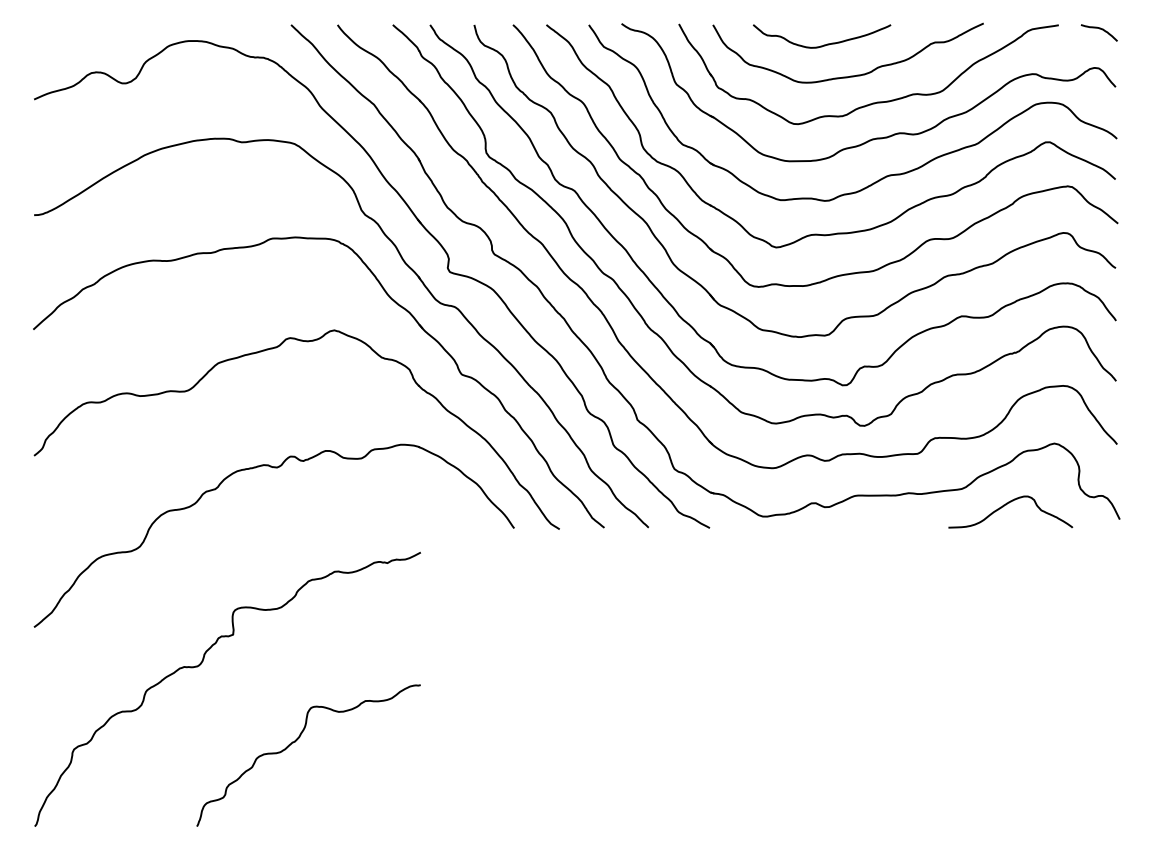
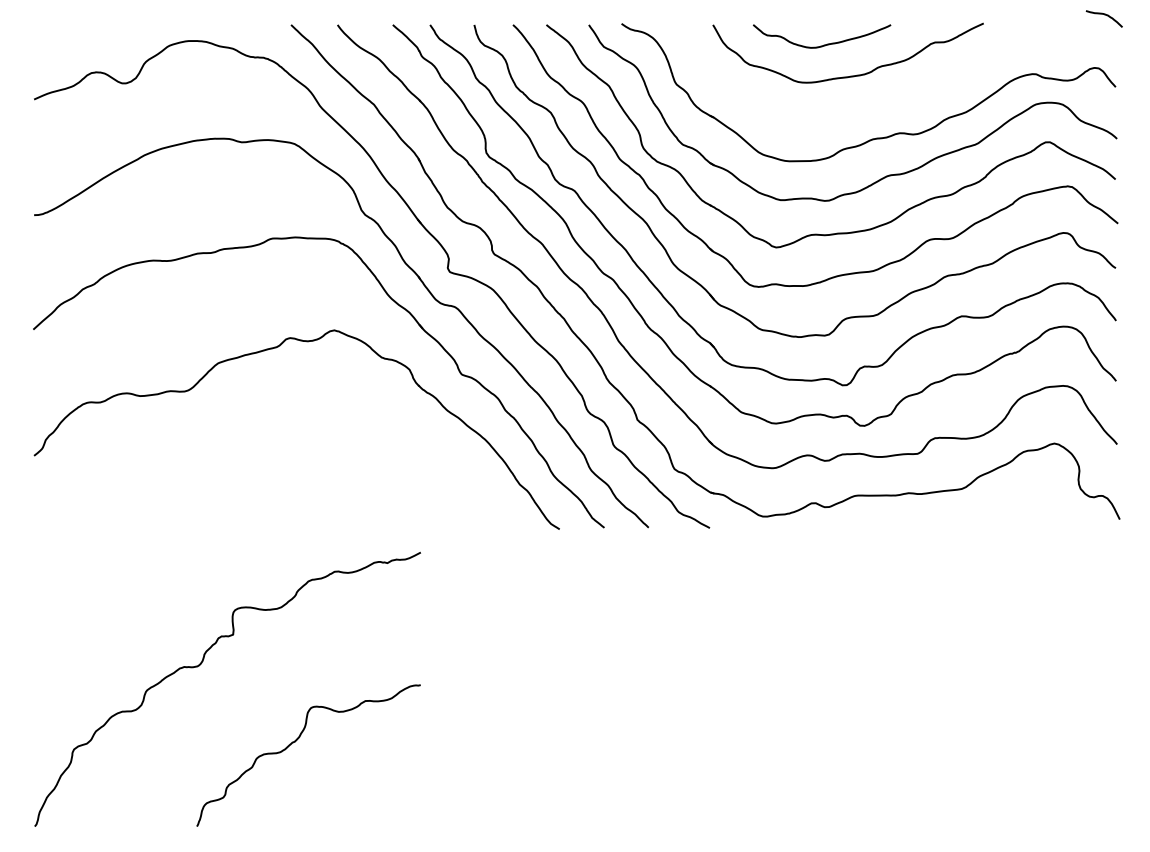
curve at (1099, 29) position: (1099, 29) -> (1104, 15)
part at (872, 102): present -> none
part at (274, 468): present -> none
curve at (1006, 505): present -> none
